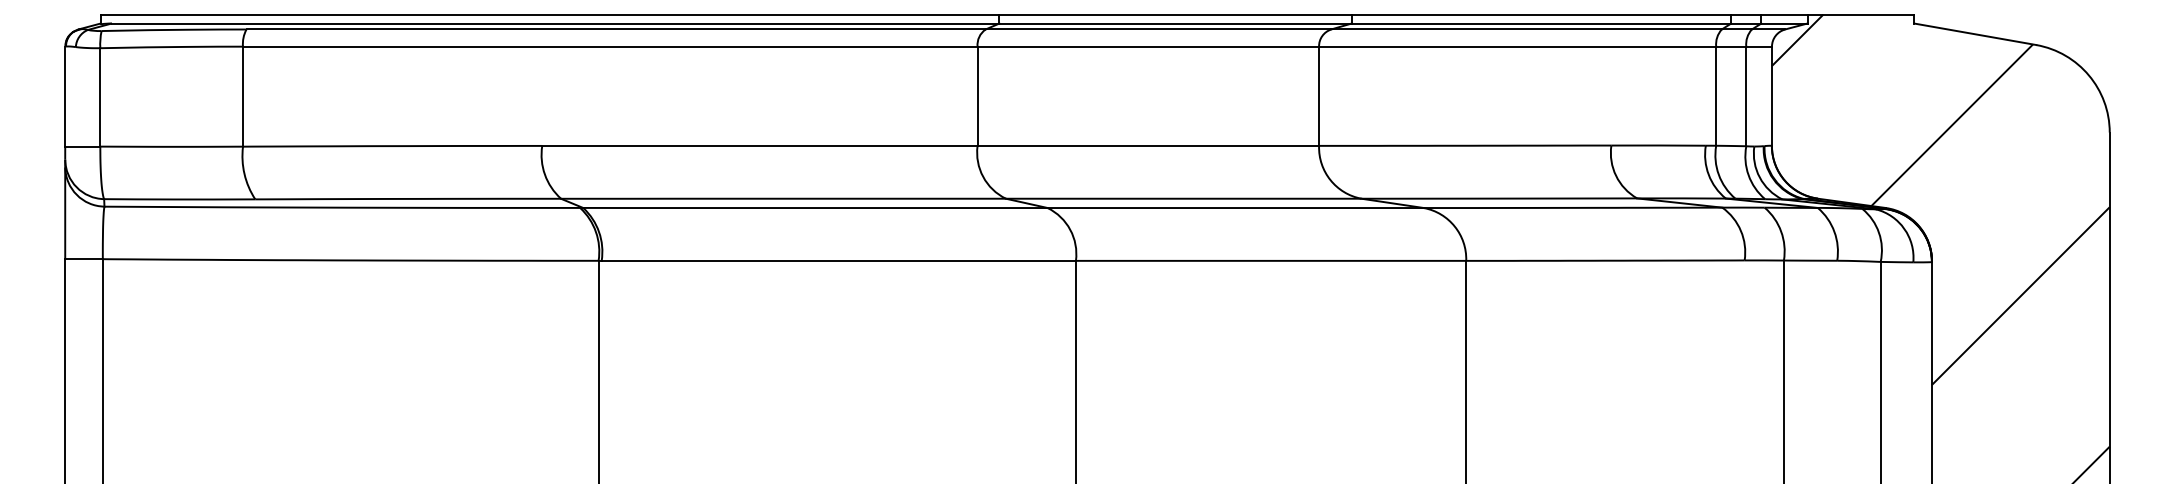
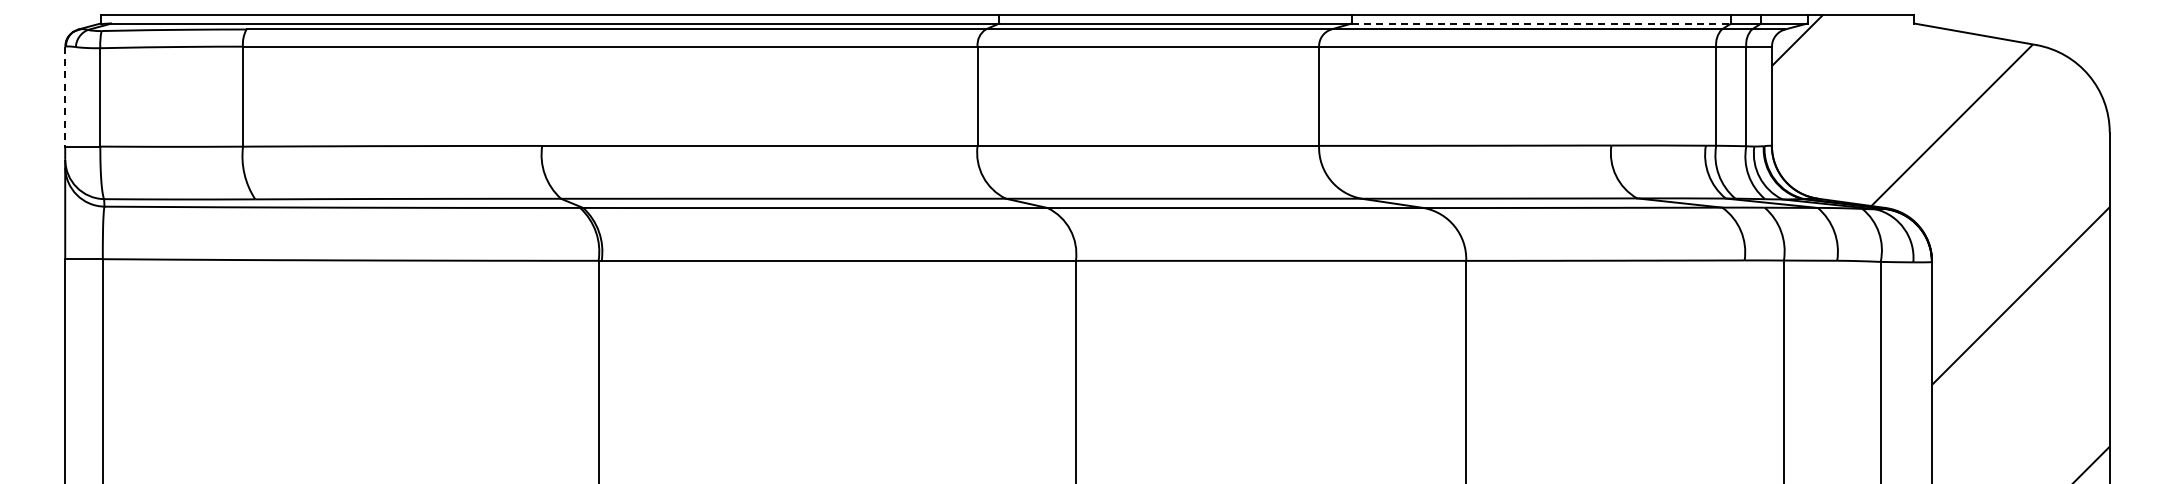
line at (1541, 23): solid -> dashed
line at (65, 96): solid -> dashed
